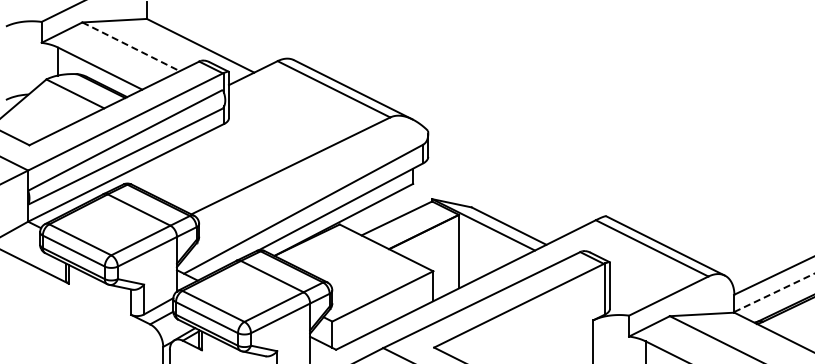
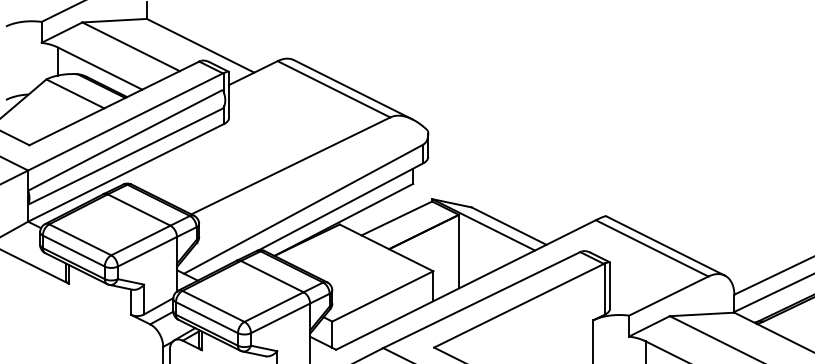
line at (131, 47): dashed -> solid
line at (774, 292): dashed -> solid
